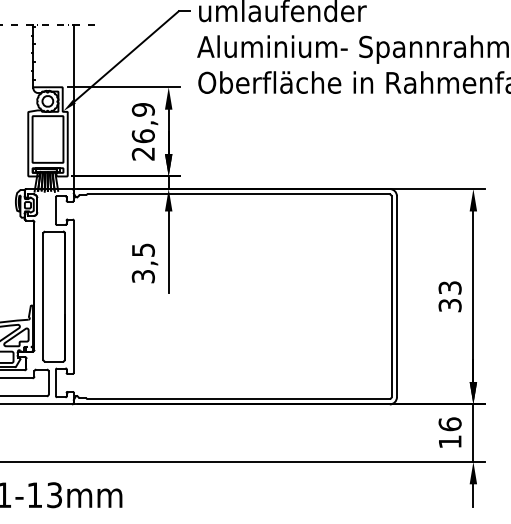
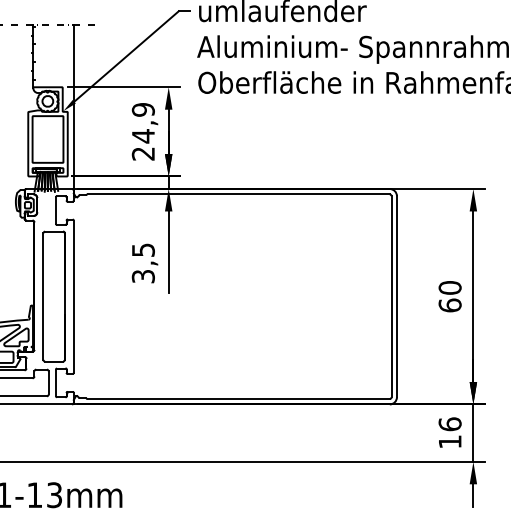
text at (142, 136): 26,9 -> 24,9
text at (449, 296): 33 -> 60
